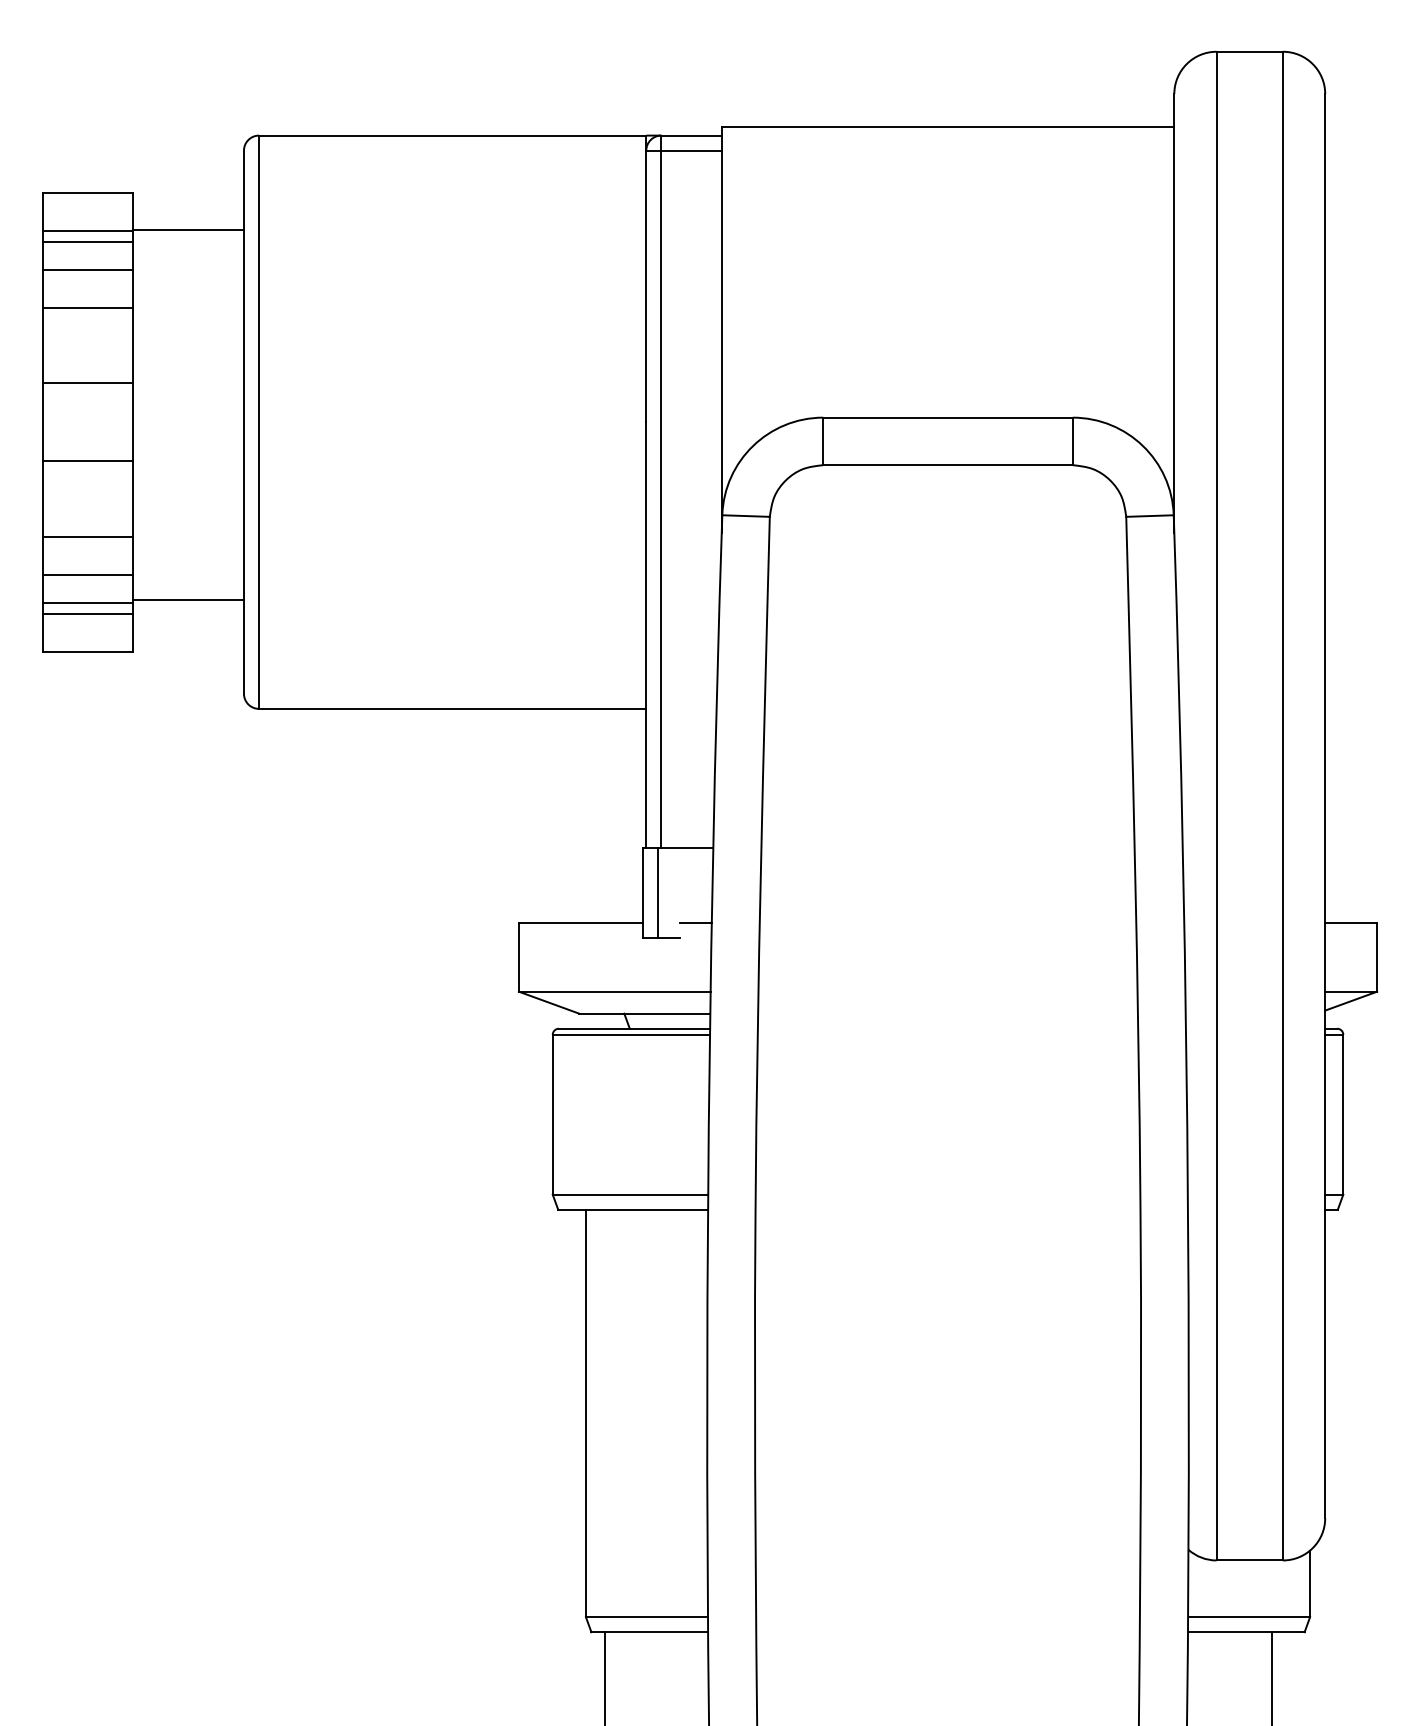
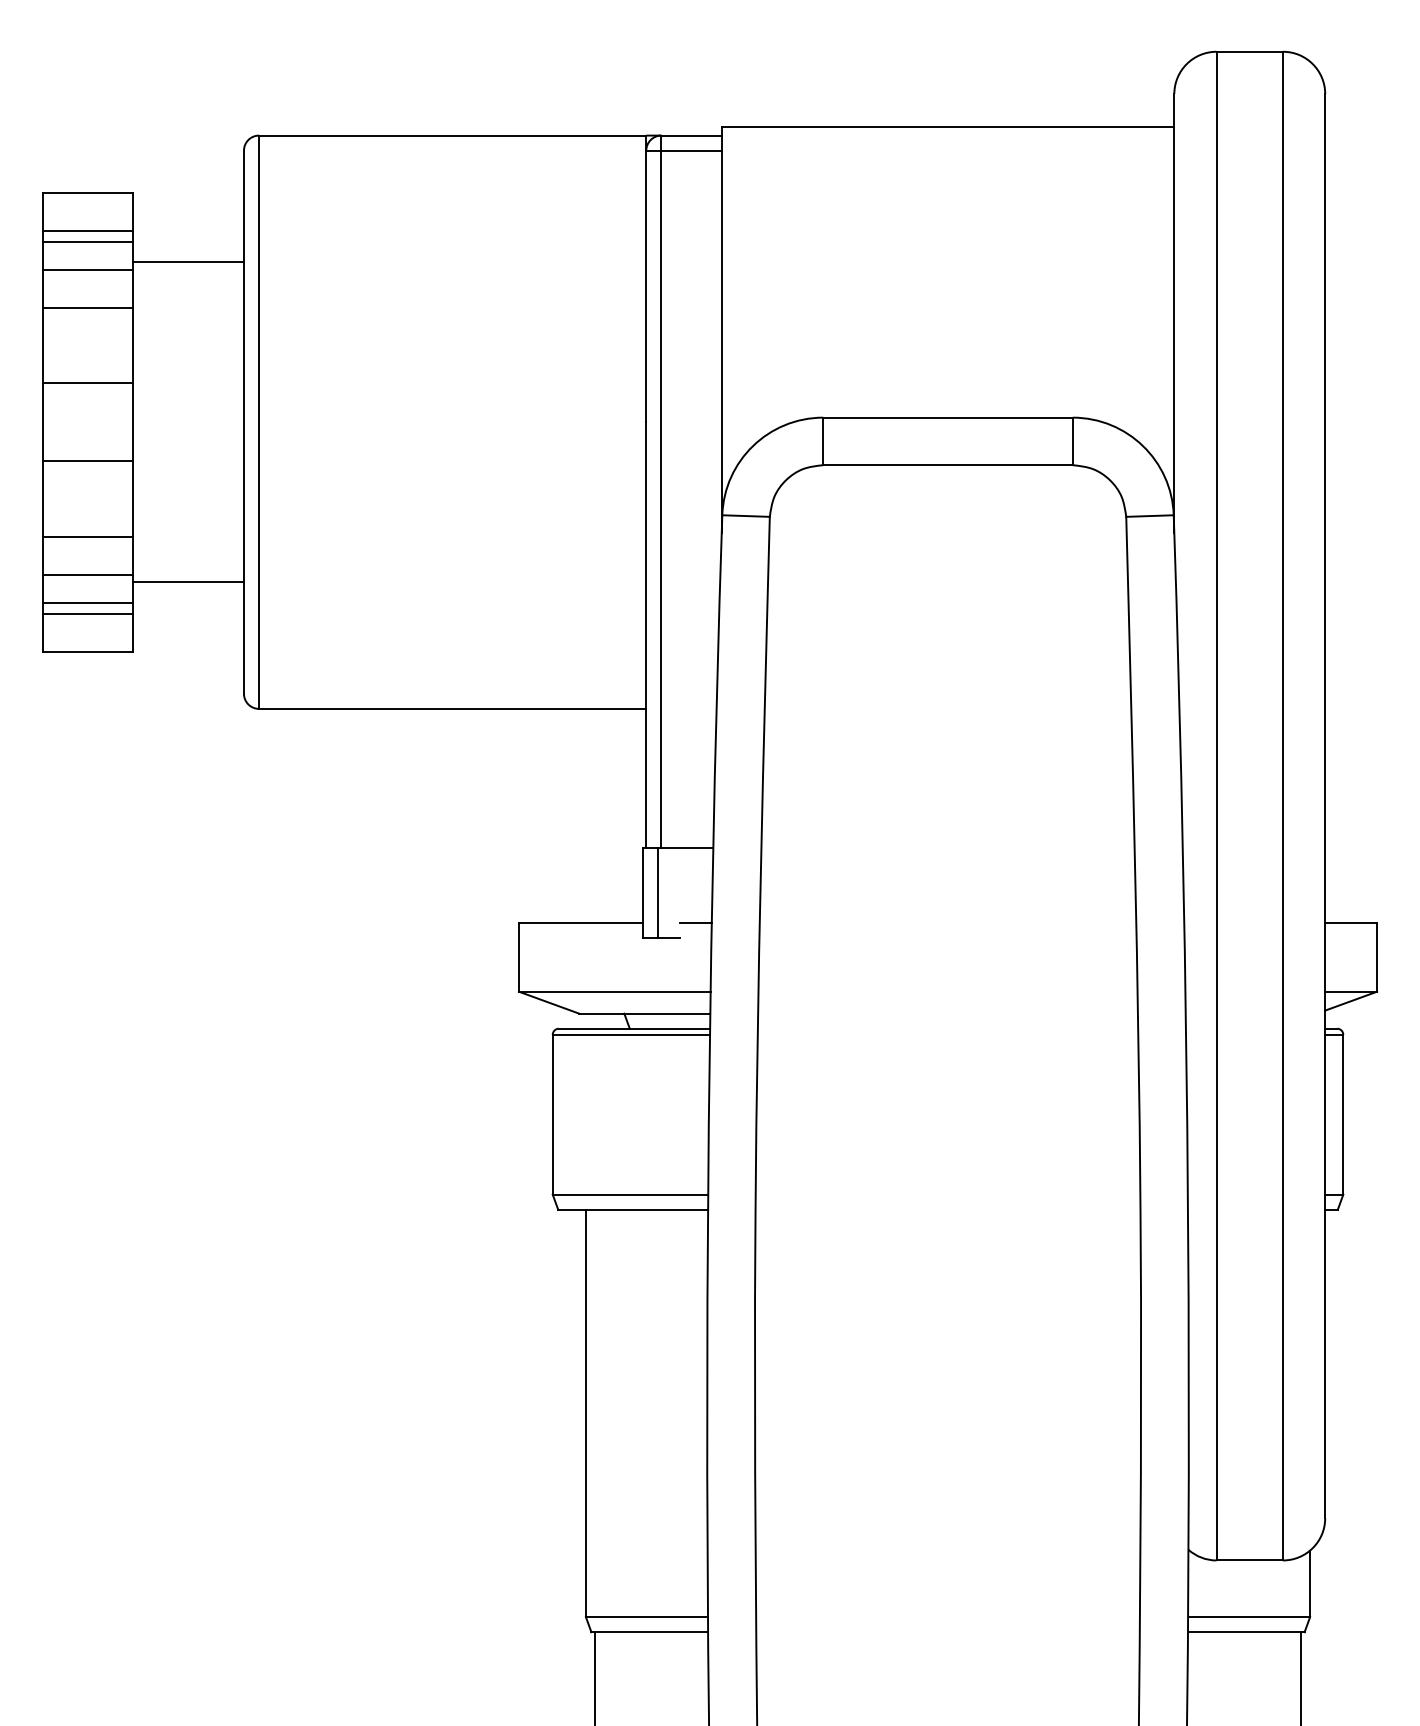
line at (188, 230) position: (188, 230) -> (188, 262)
line at (188, 600) position: (188, 600) -> (188, 582)
line at (604, 1677) position: (604, 1677) -> (594, 1677)
line at (1272, 1677) position: (1272, 1677) -> (1301, 1677)
